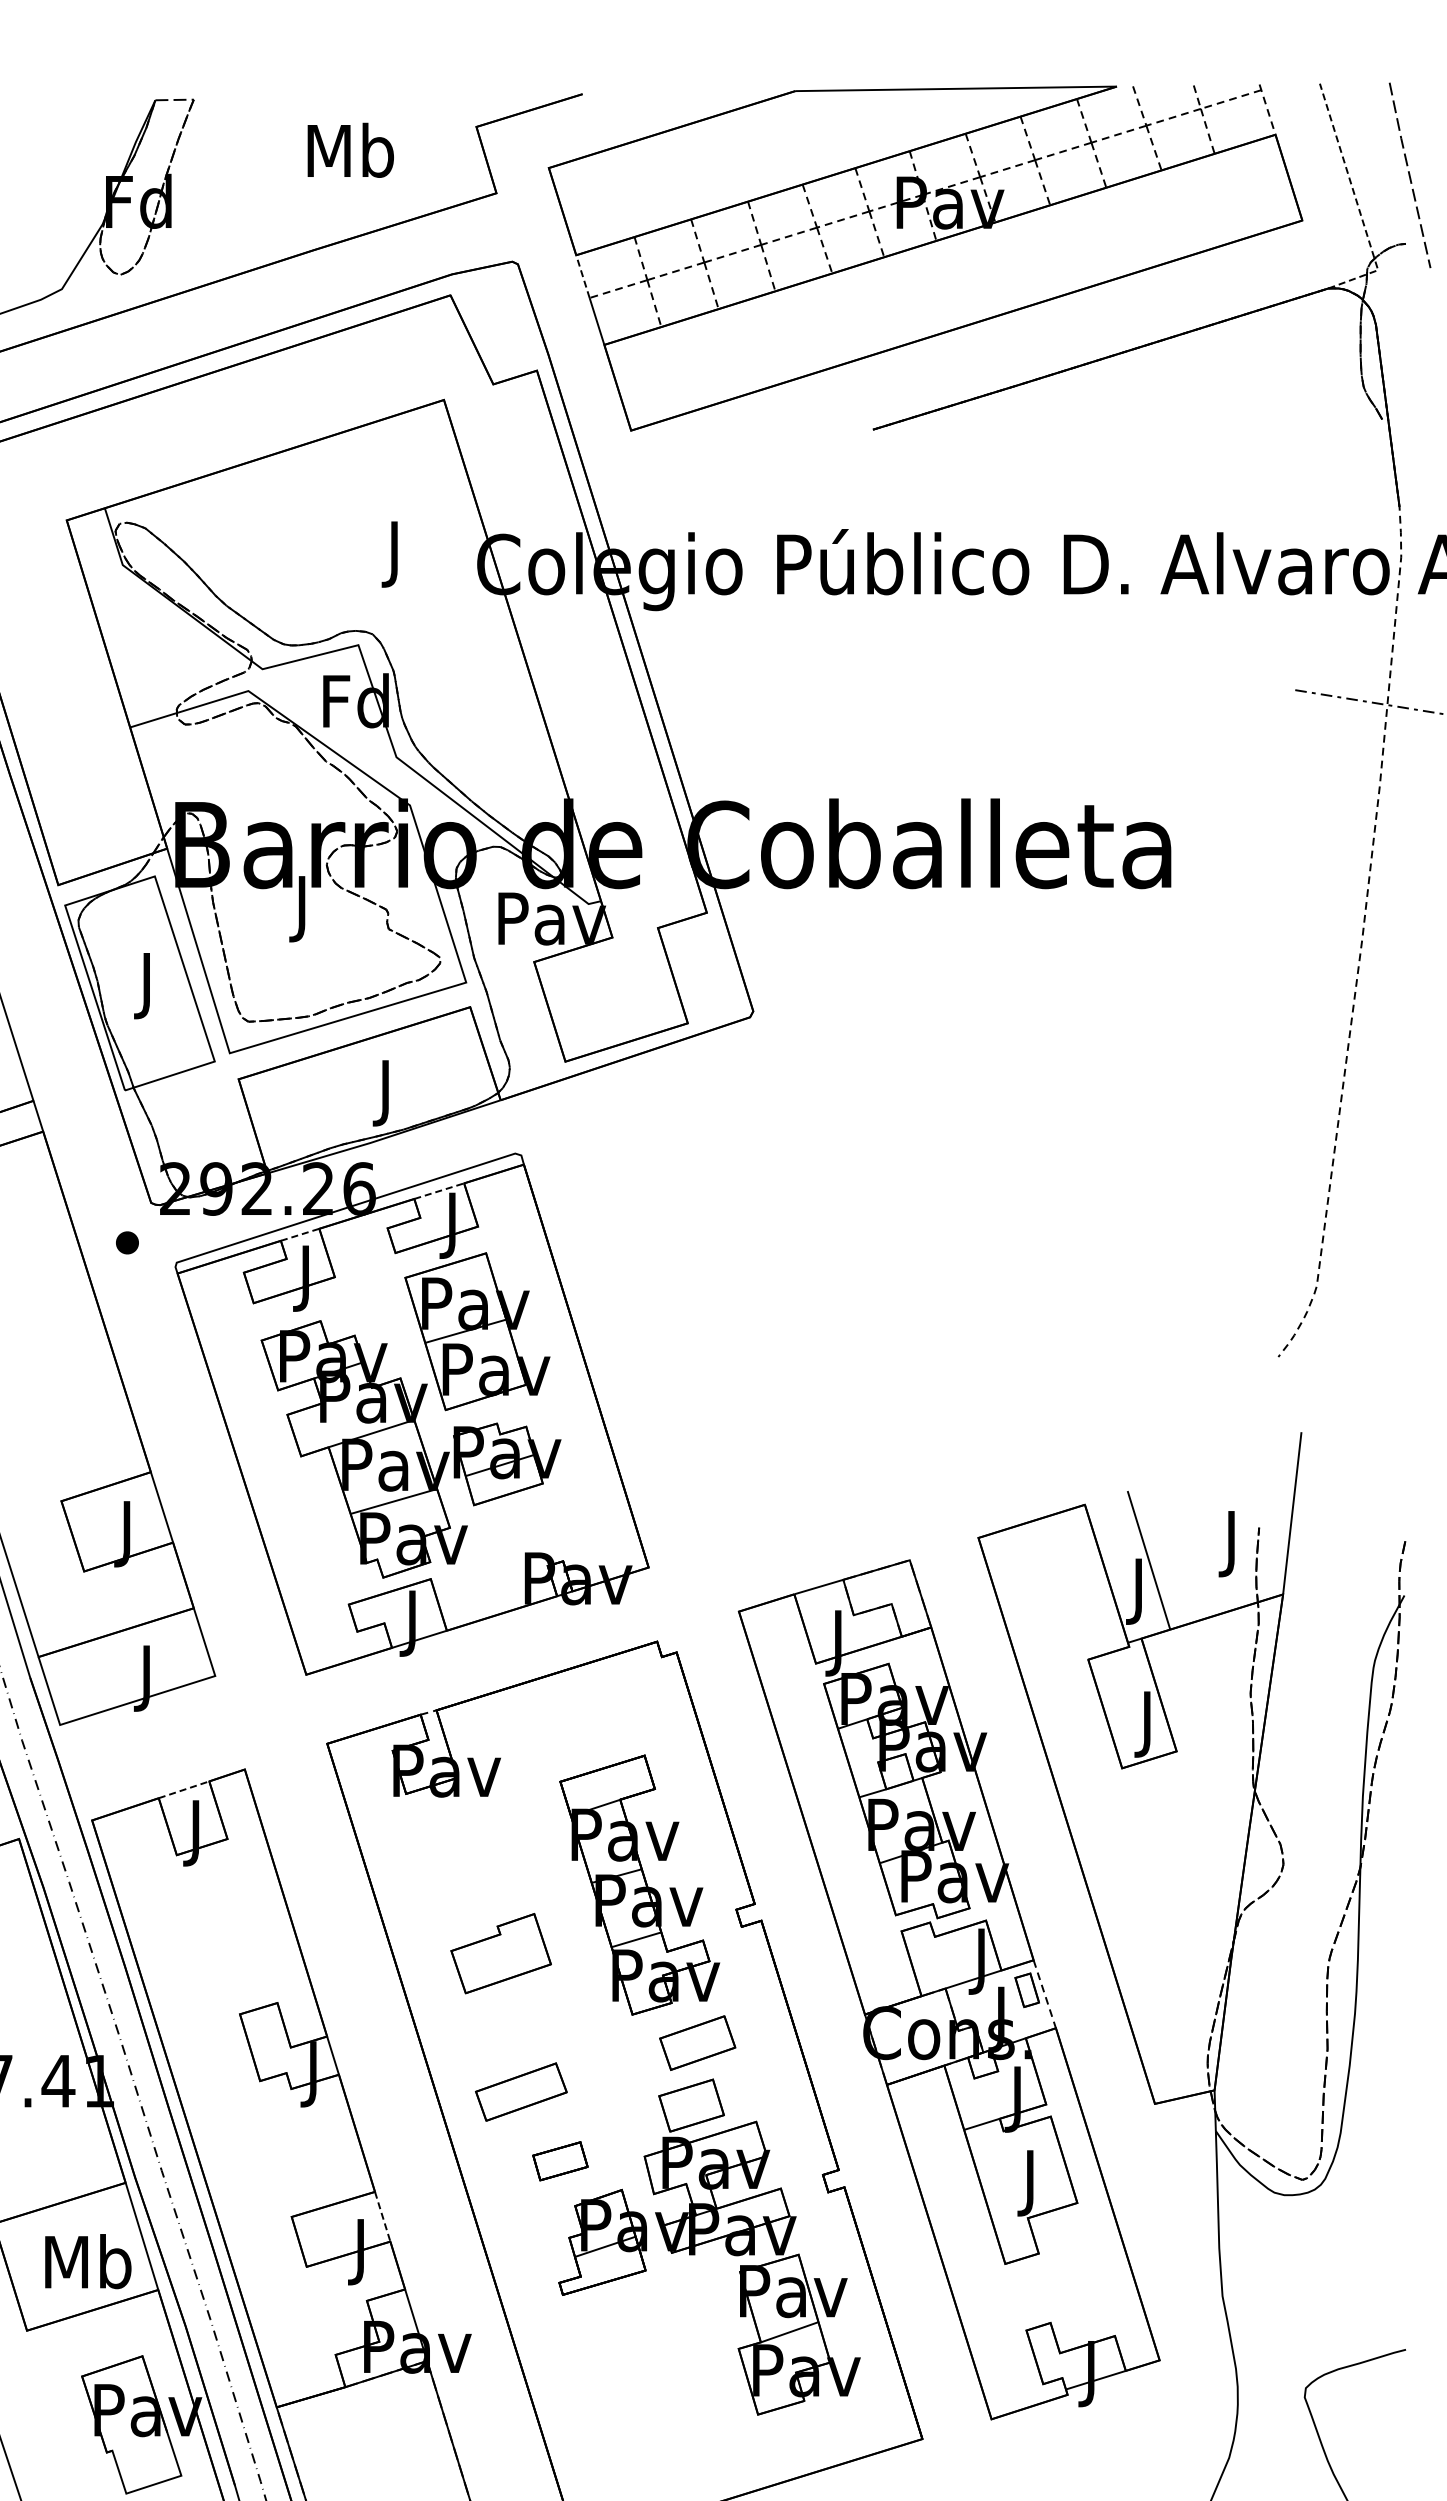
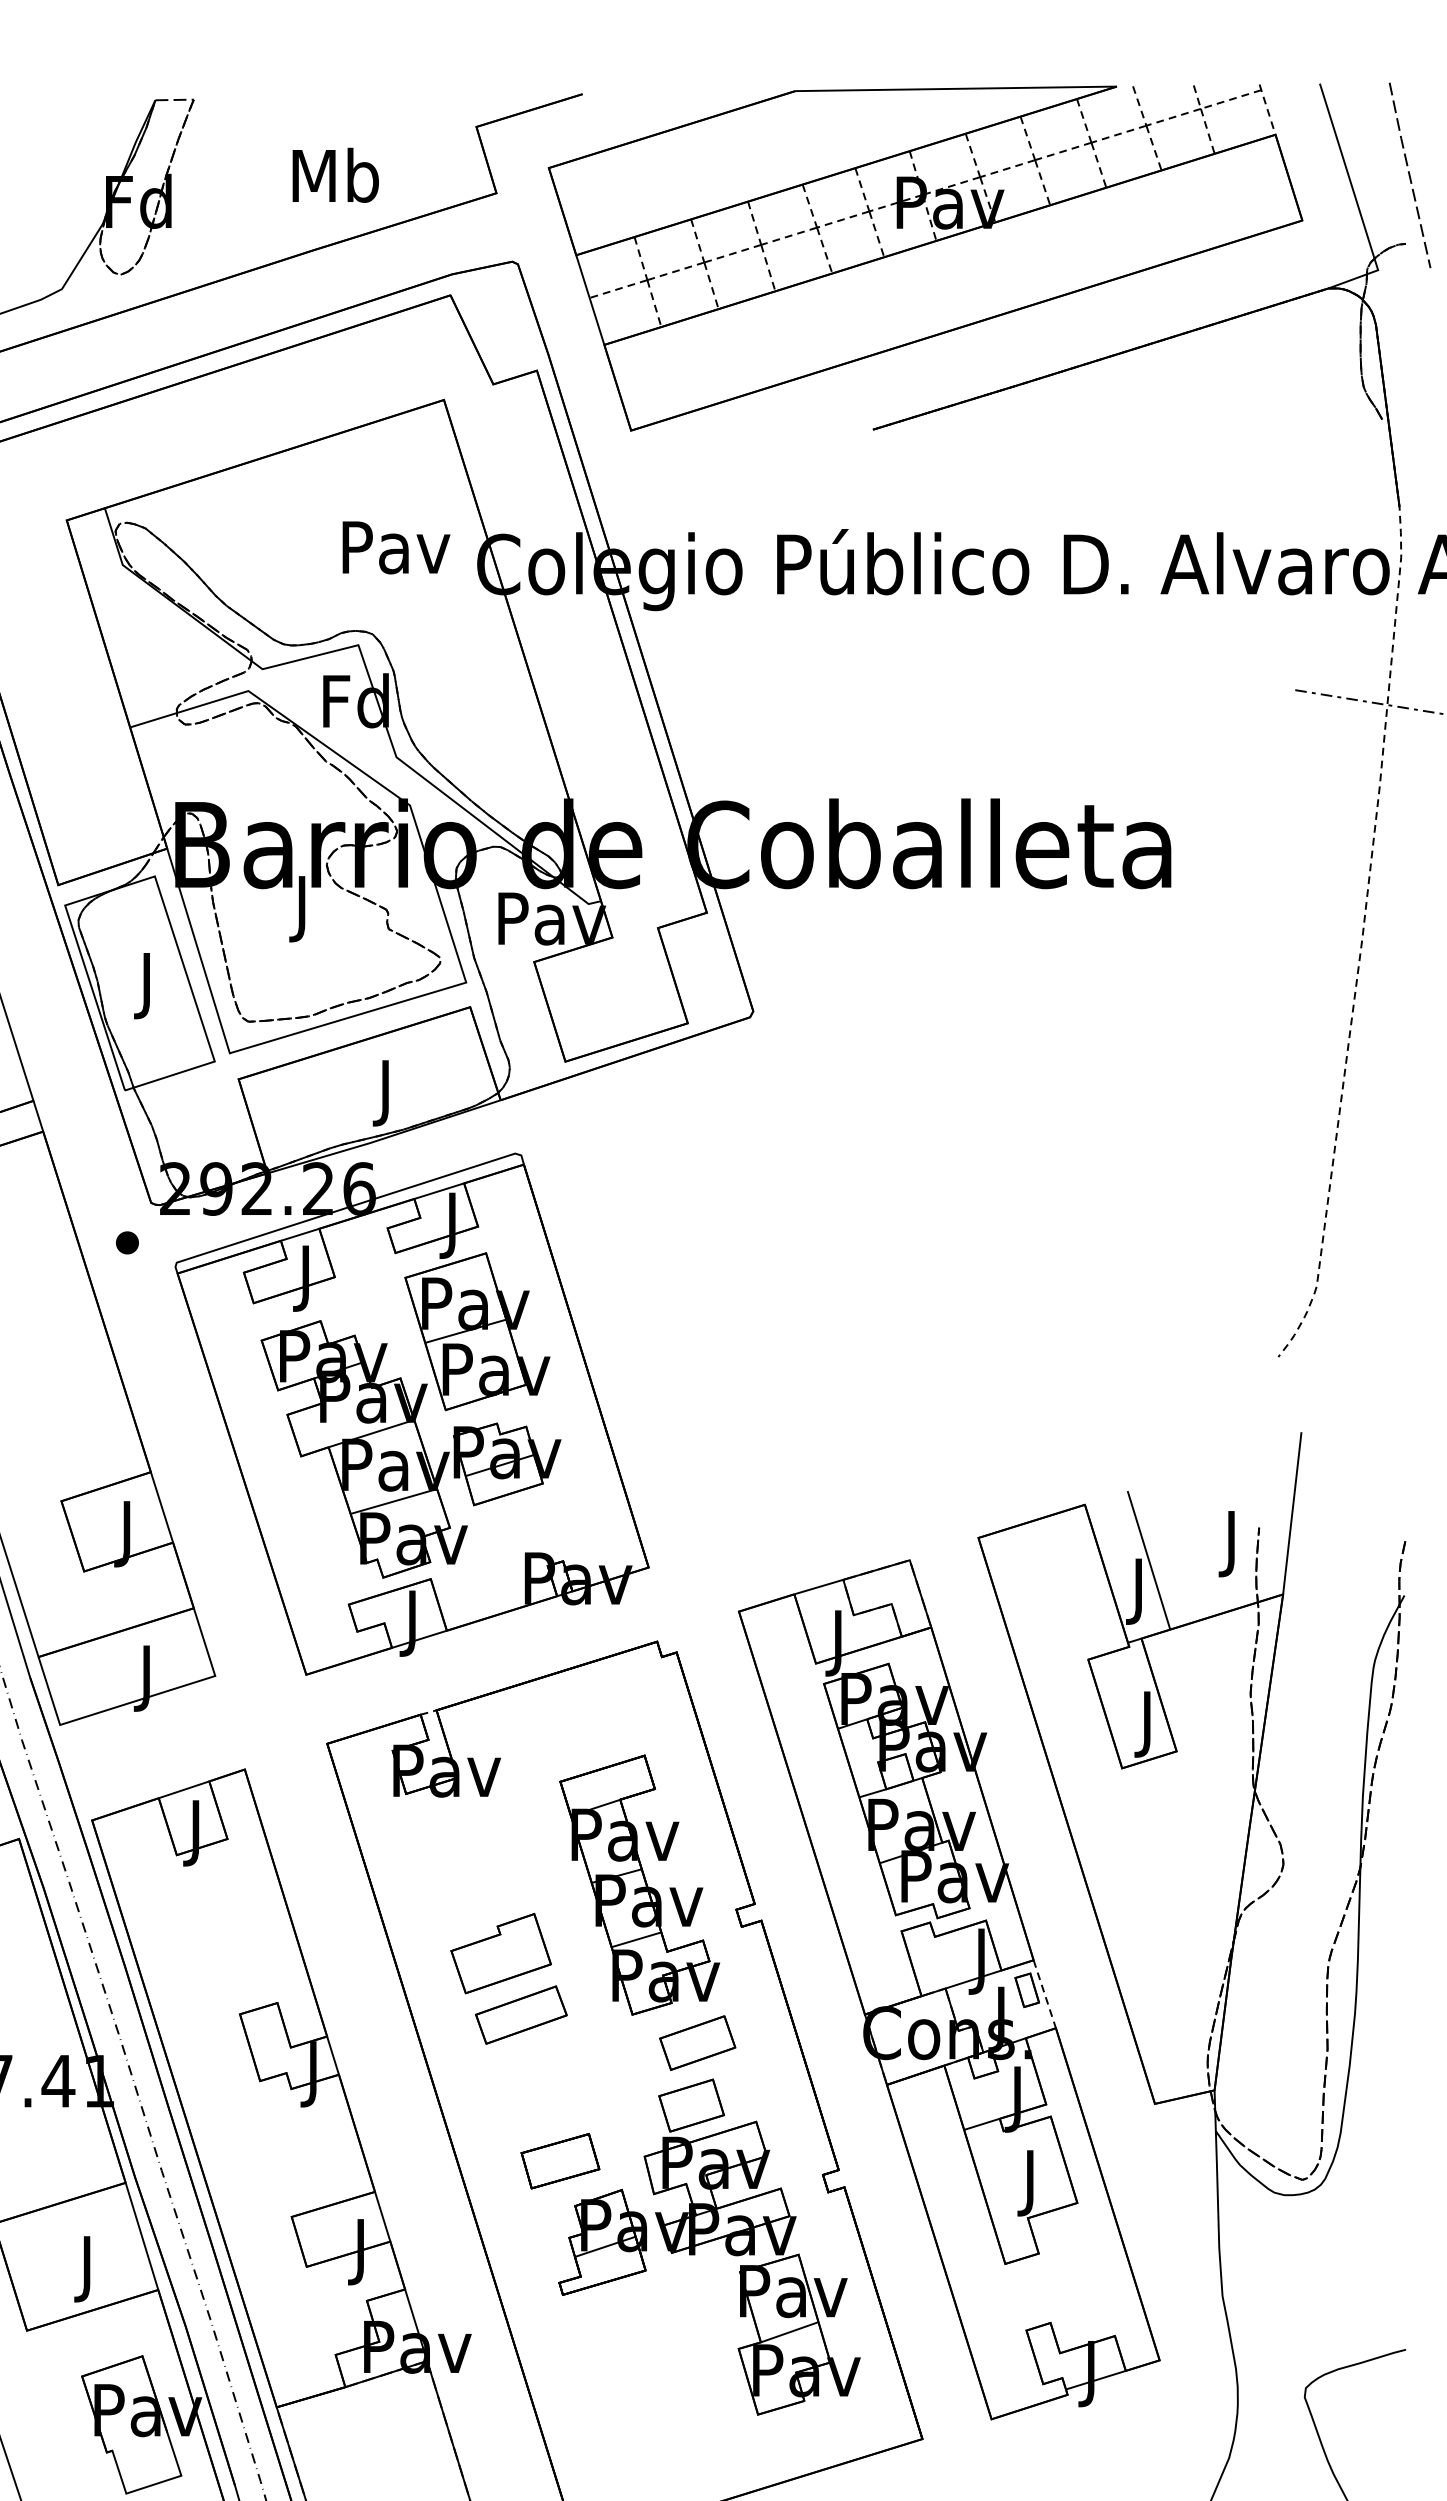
text at (350, 149) position: (350, 149) -> (335, 174)
line at (1357, 202): dashed -> solid
line at (582, 276): dashed -> solid
text at (396, 554): J -> Pav
line at (439, 1191): dashed -> solid
line at (300, 1234): dashed -> solid
line at (184, 1789): dashed -> solid
part at (521, 2091) position: (521, 2091) -> (521, 2014)
part at (560, 2161) size: 57x41 px -> 81x57 px
line at (382, 2217): dashed -> solid
text at (88, 2268): Mb -> J
